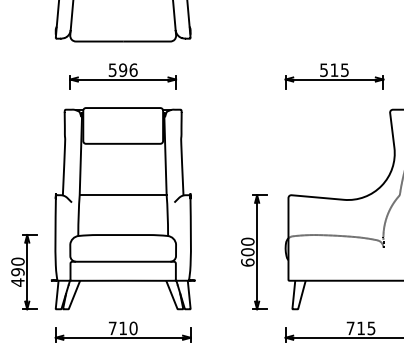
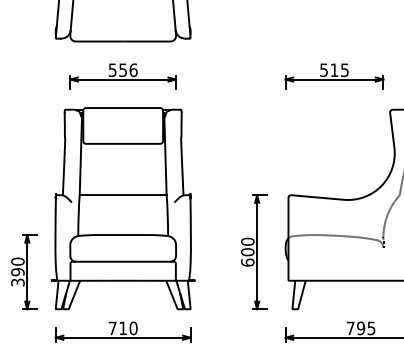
text at (123, 69): 596 -> 556
text at (17, 282): 490 -> 390
text at (361, 328): 715 -> 795
